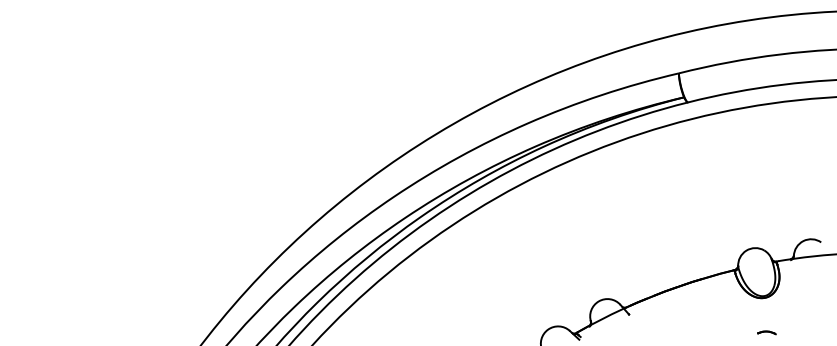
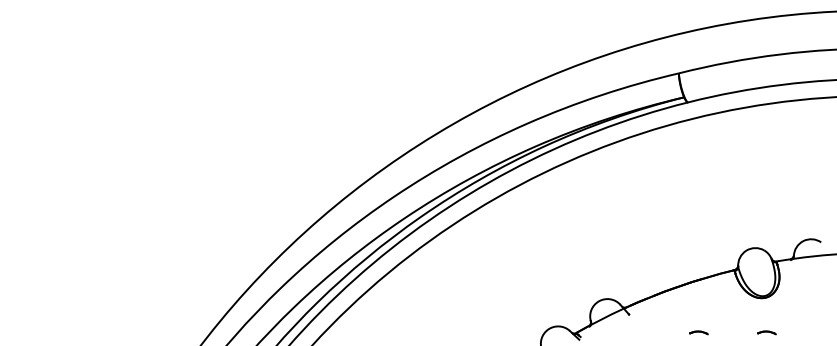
part at (698, 332): none -> present
